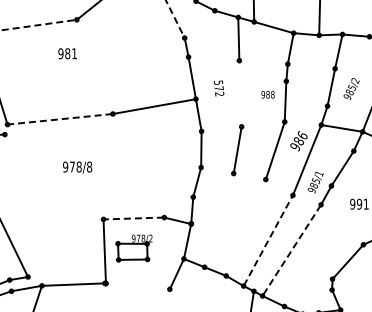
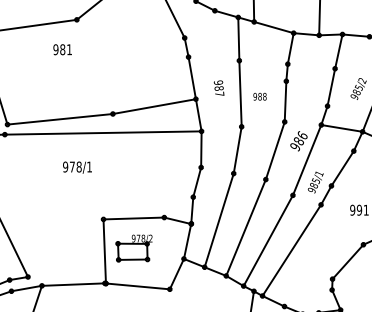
line at (175, 18): dashed -> solid
line at (39, 25): dashed -> solid
text at (67, 53) position: (67, 53) -> (62, 49)
text at (219, 88): 572 -> 987
text at (351, 88) position: (351, 88) -> (358, 88)
line at (240, 93): none -> present
text at (267, 94) position: (267, 94) -> (259, 96)
line at (60, 119): dashed -> solid
line at (103, 132): none -> present
text at (89, 166): 978/8 -> 978/1
text at (359, 203) position: (359, 203) -> (359, 209)
line at (133, 218): dashed -> solid
line at (218, 220): none -> present
line at (245, 227): none -> present
line at (268, 240): dashed -> solid
line at (291, 250): dashed -> solid
line at (137, 286): none -> present
